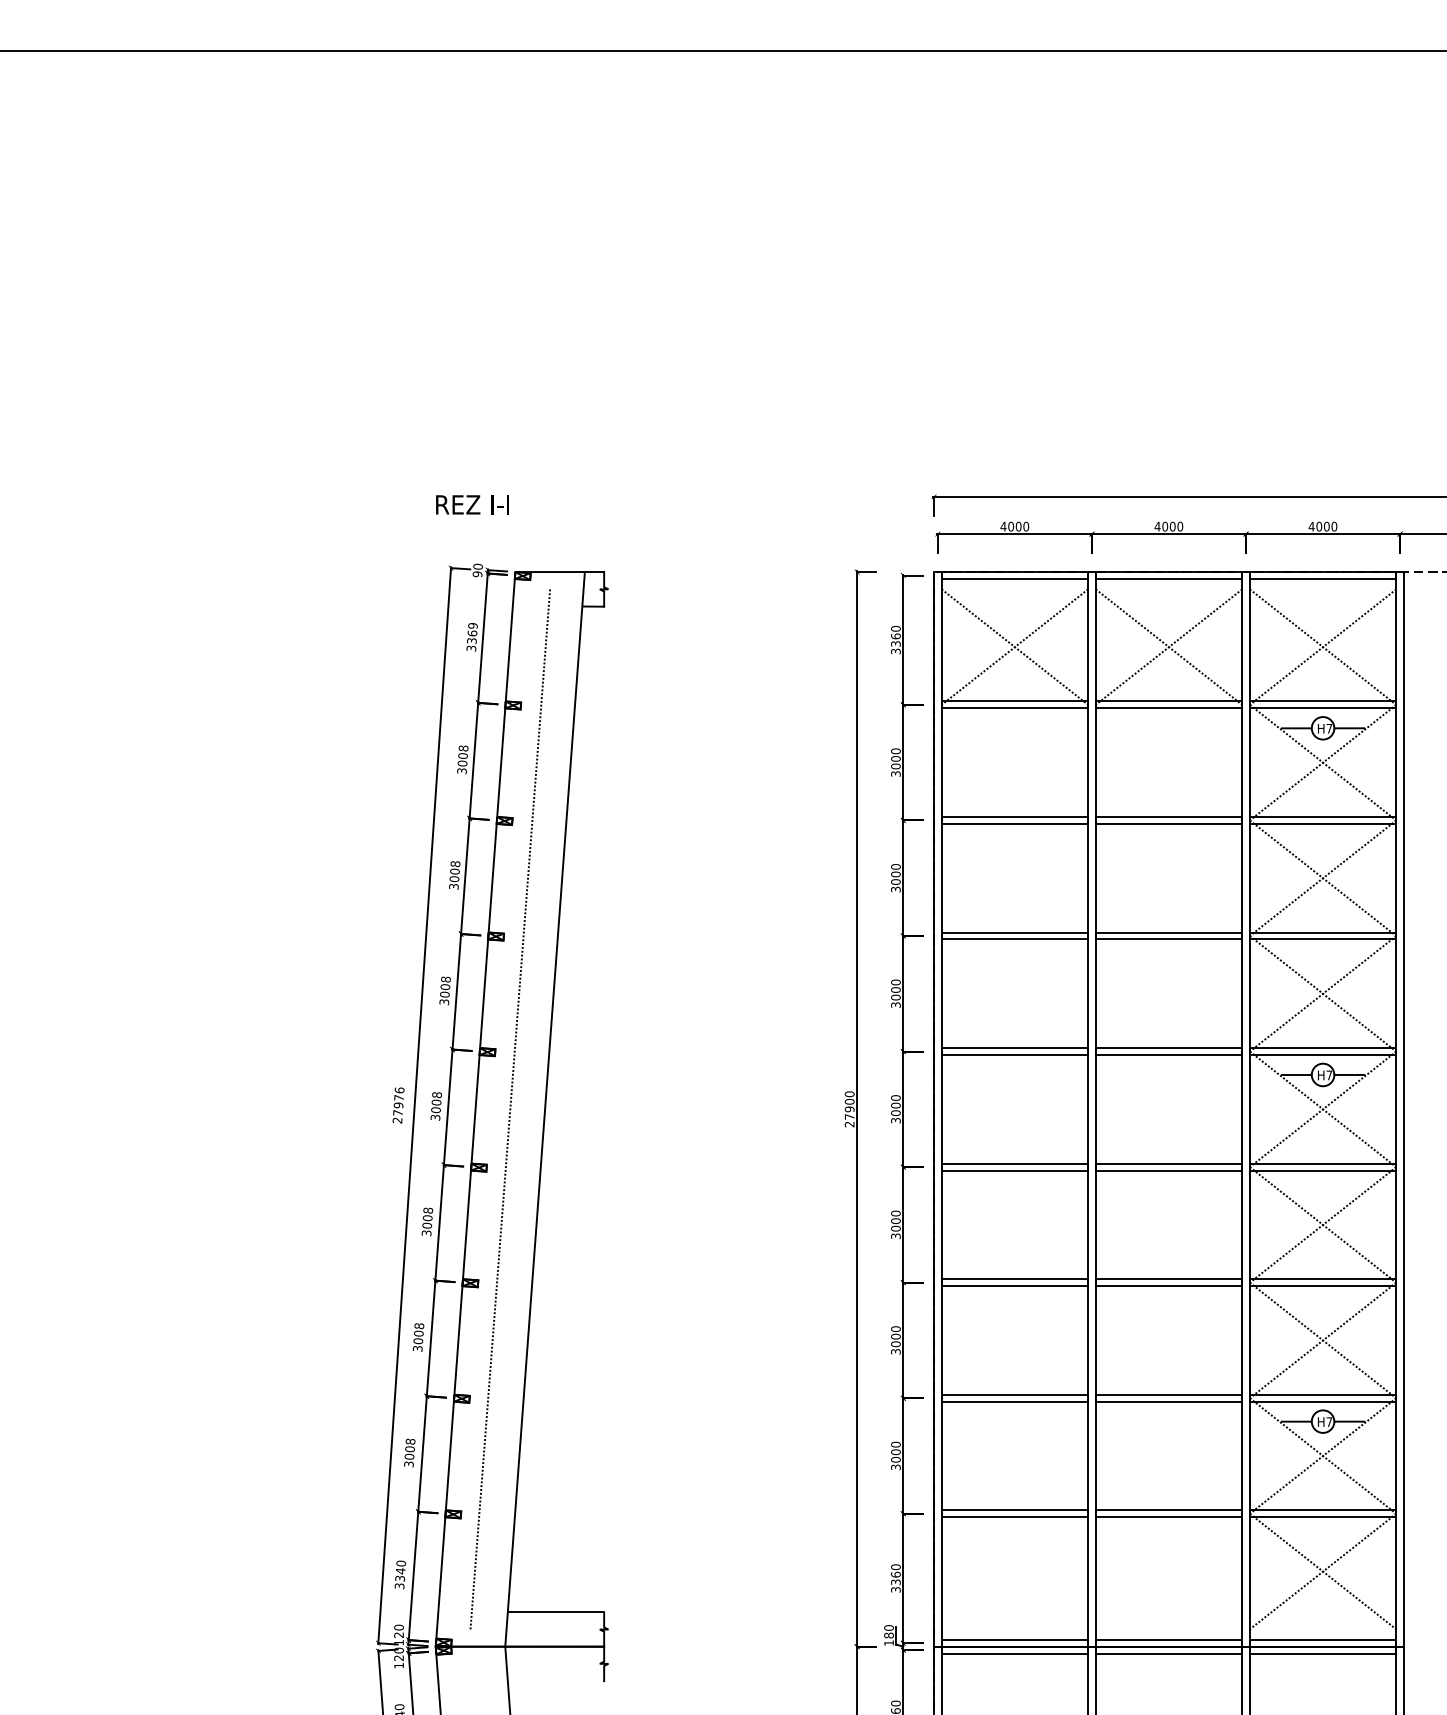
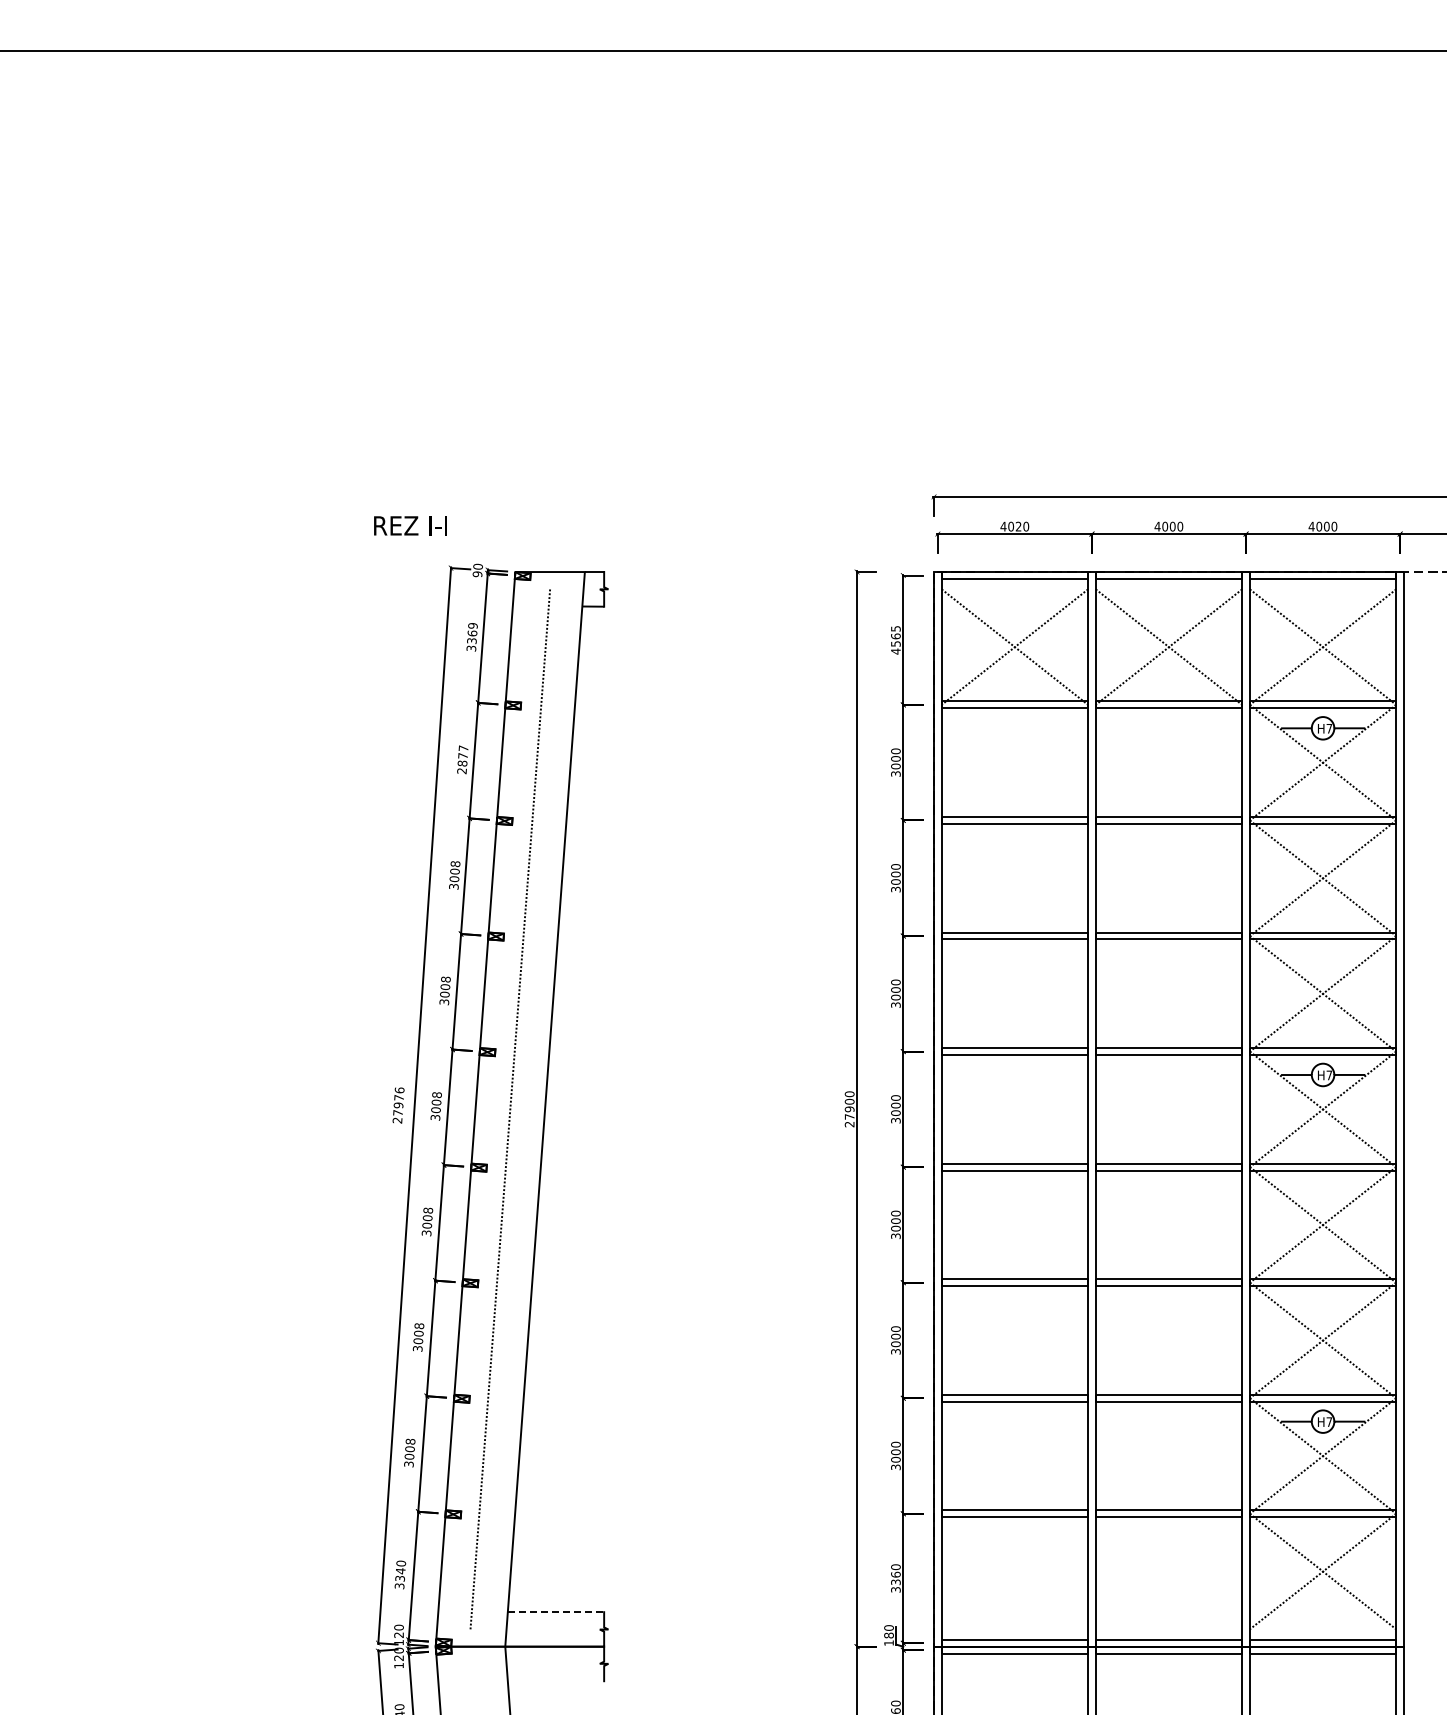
text at (472, 504) position: (472, 504) -> (410, 525)
text at (1018, 526): 4000 -> 4020
text at (895, 640): 3360 -> 4565
text at (462, 759): 3008 -> 2877
line at (556, 1612): solid -> dashed
